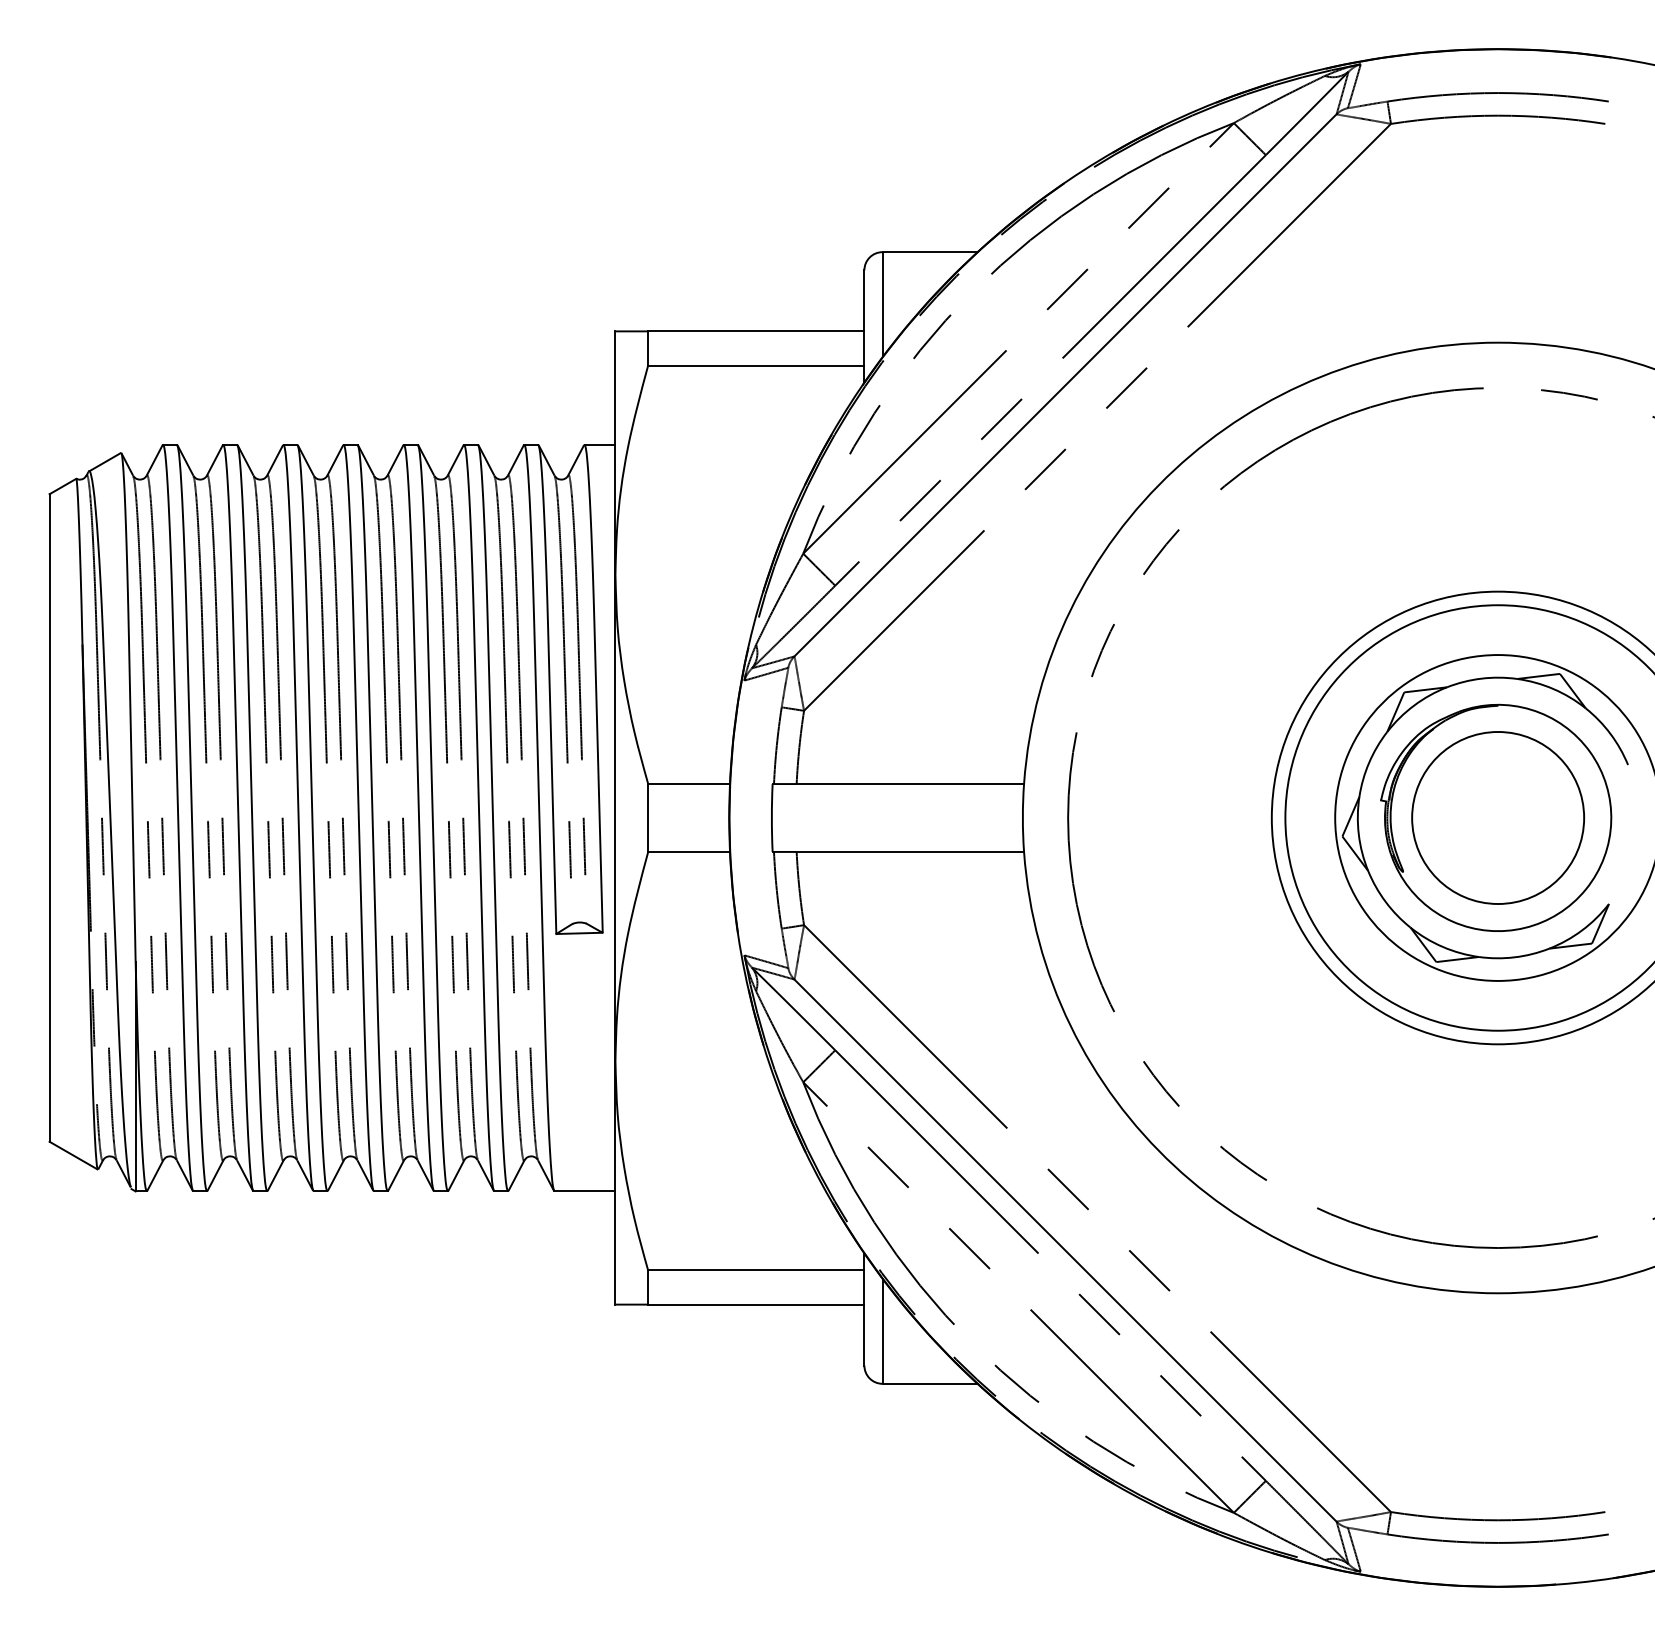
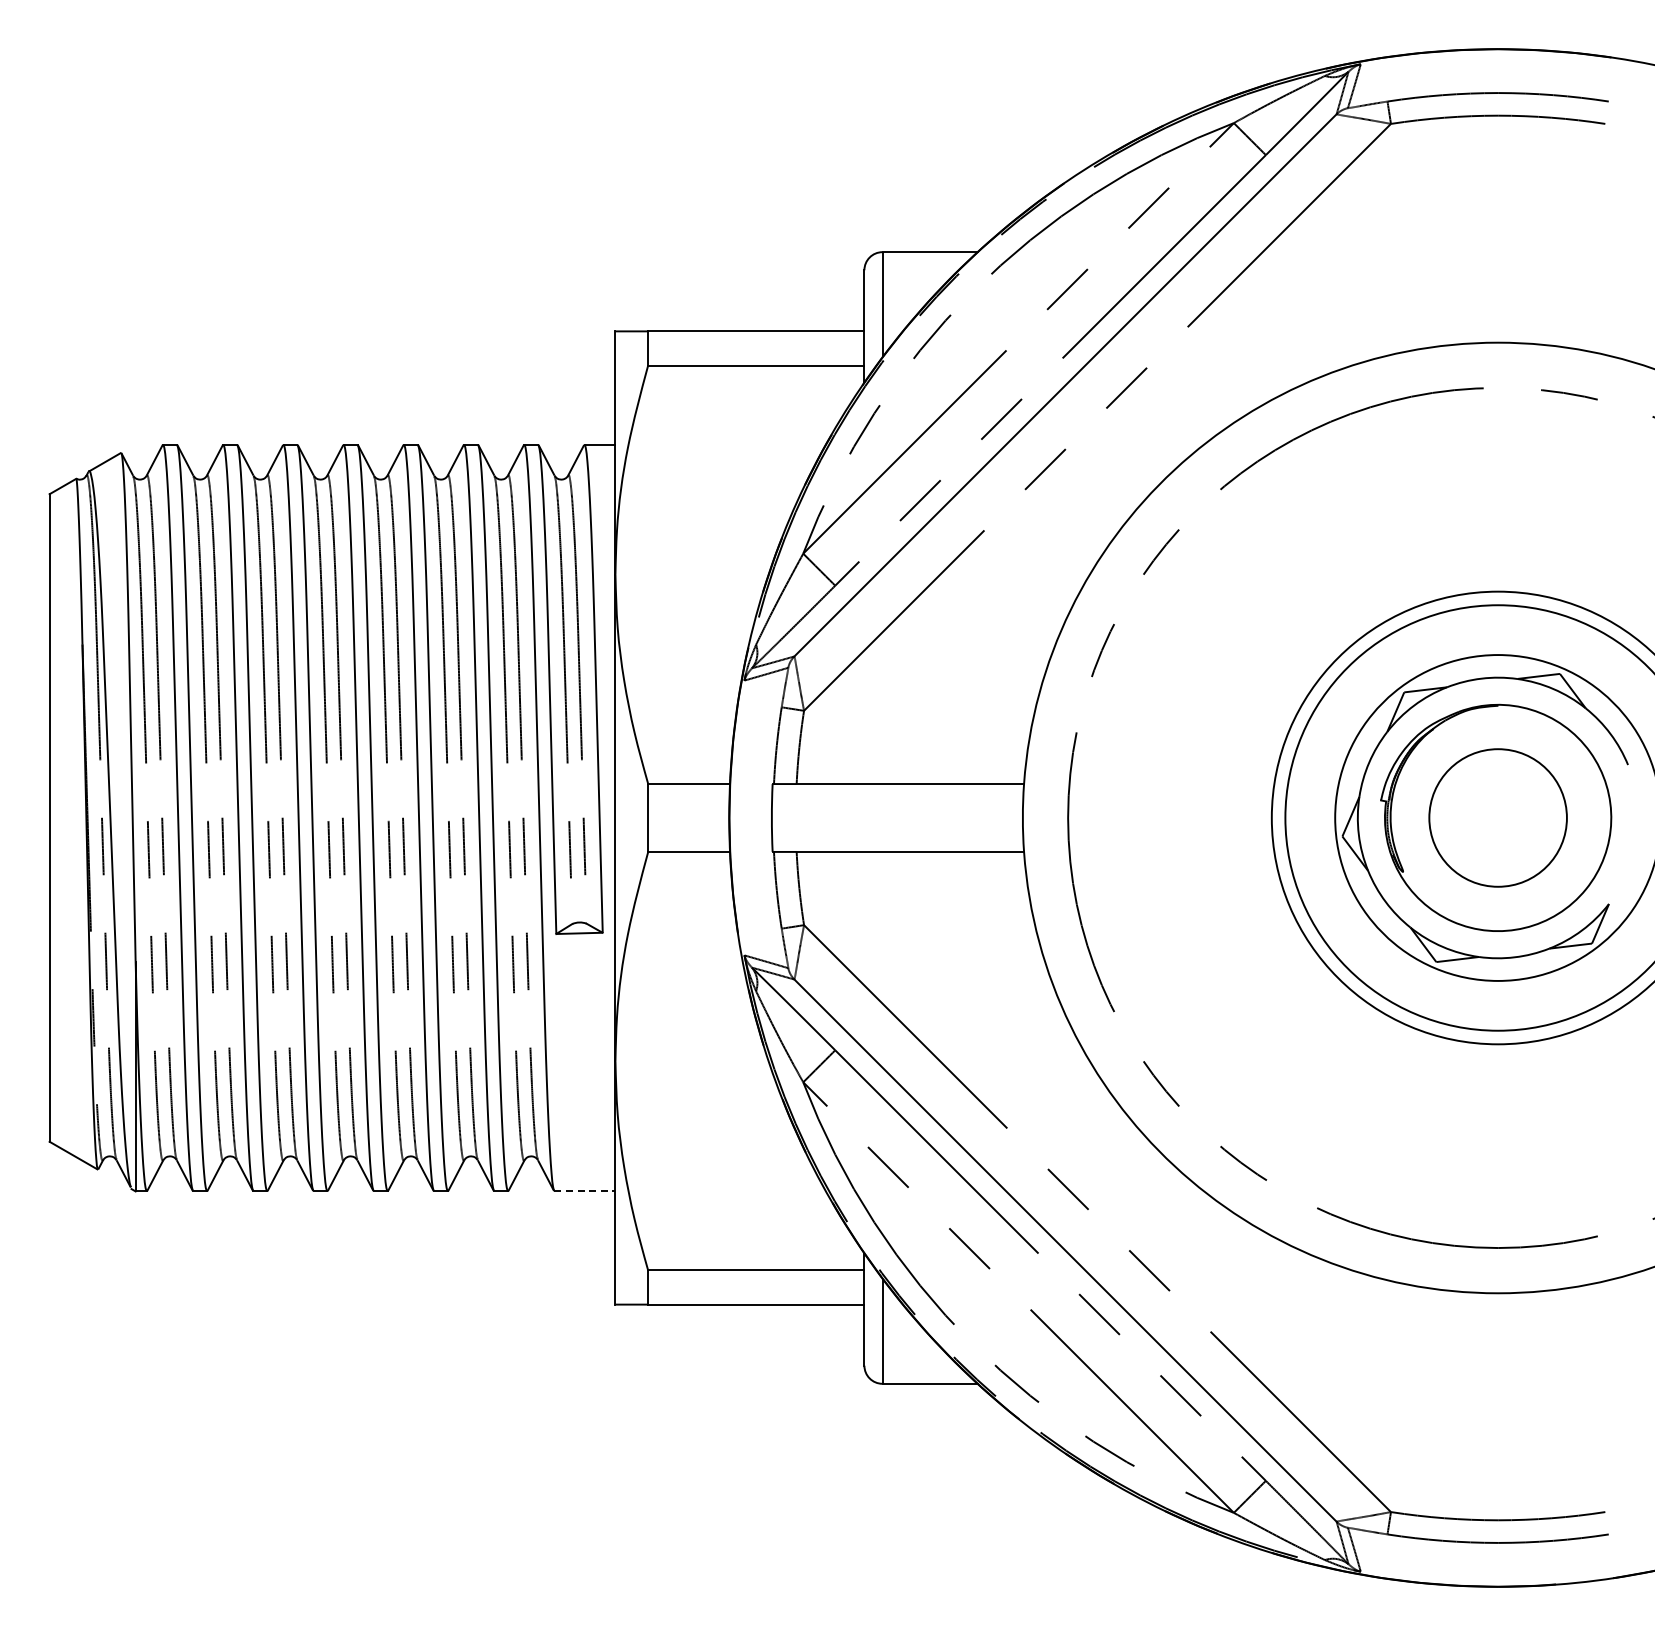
circle at (1498, 817) diameter: 172 px -> 138 px
line at (585, 1191): solid -> dashed
